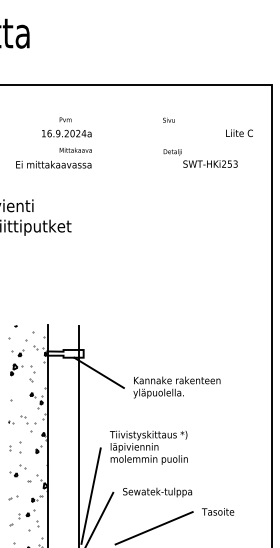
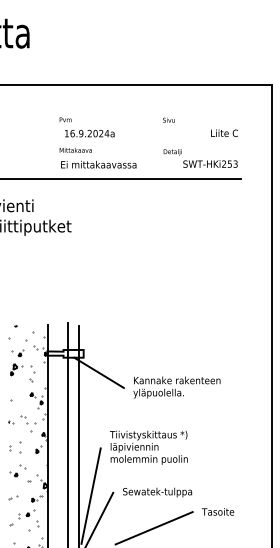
text at (239, 132) position: (239, 132) -> (224, 132)
text at (66, 133) position: (66, 133) -> (89, 133)
text at (53, 164) position: (53, 164) -> (98, 164)
line at (121, 178): none -> present
line at (67, 433): none -> present
